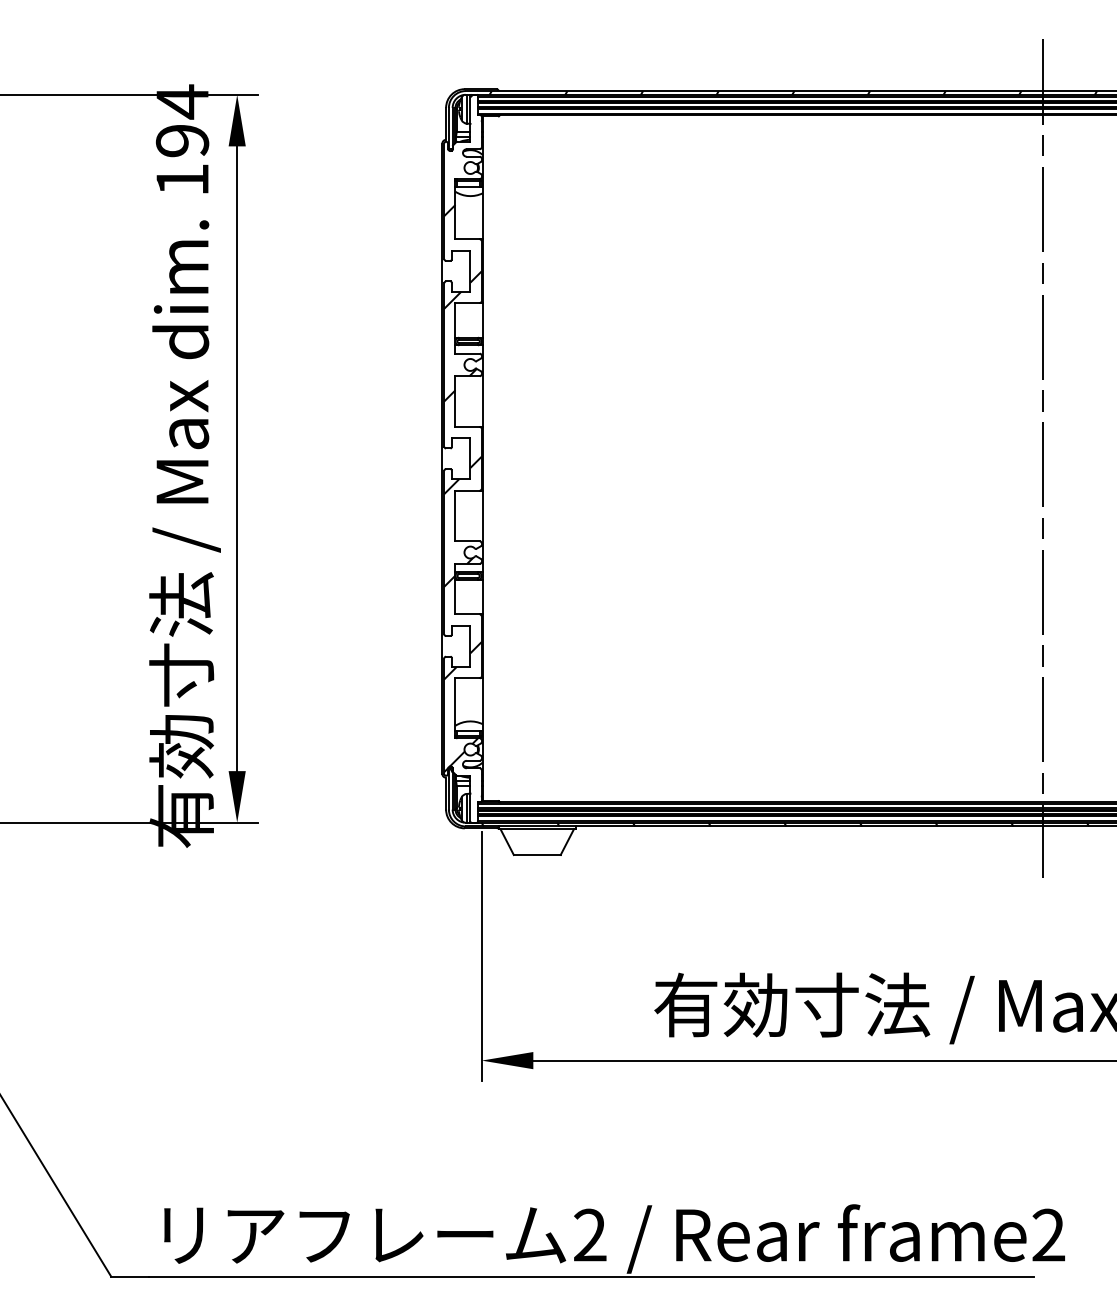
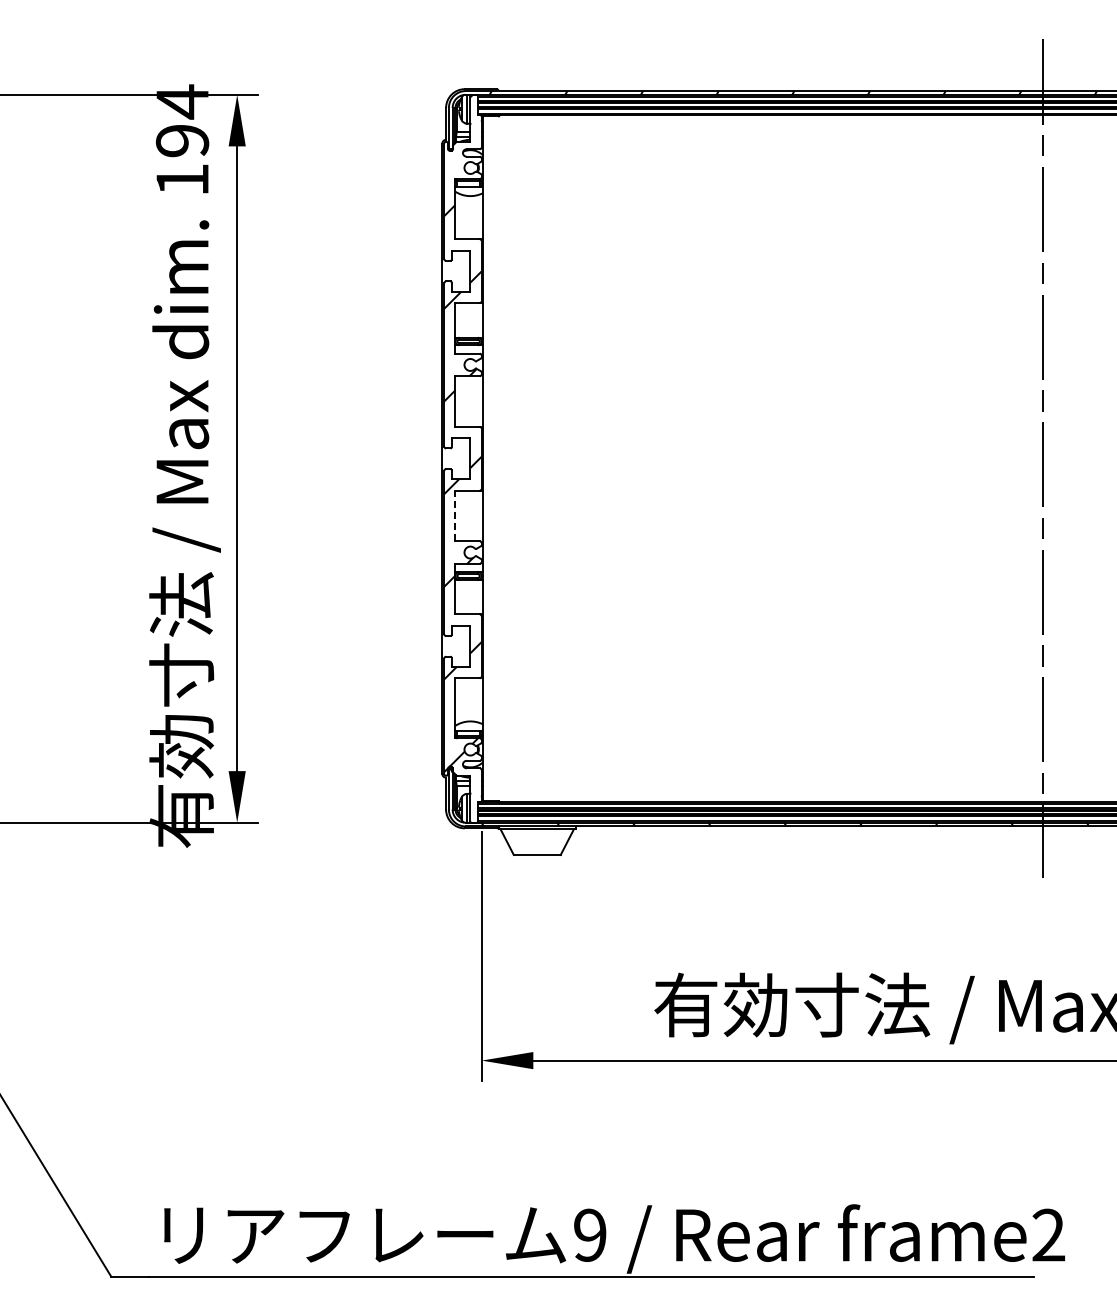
line at (455, 515): solid -> dashed
text at (590, 1234): 2 -> 9
